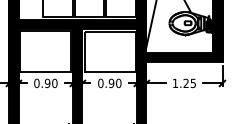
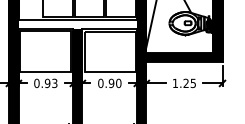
fill at (77, 23): present -> none
text at (54, 82): 0.90 -> 0.93
